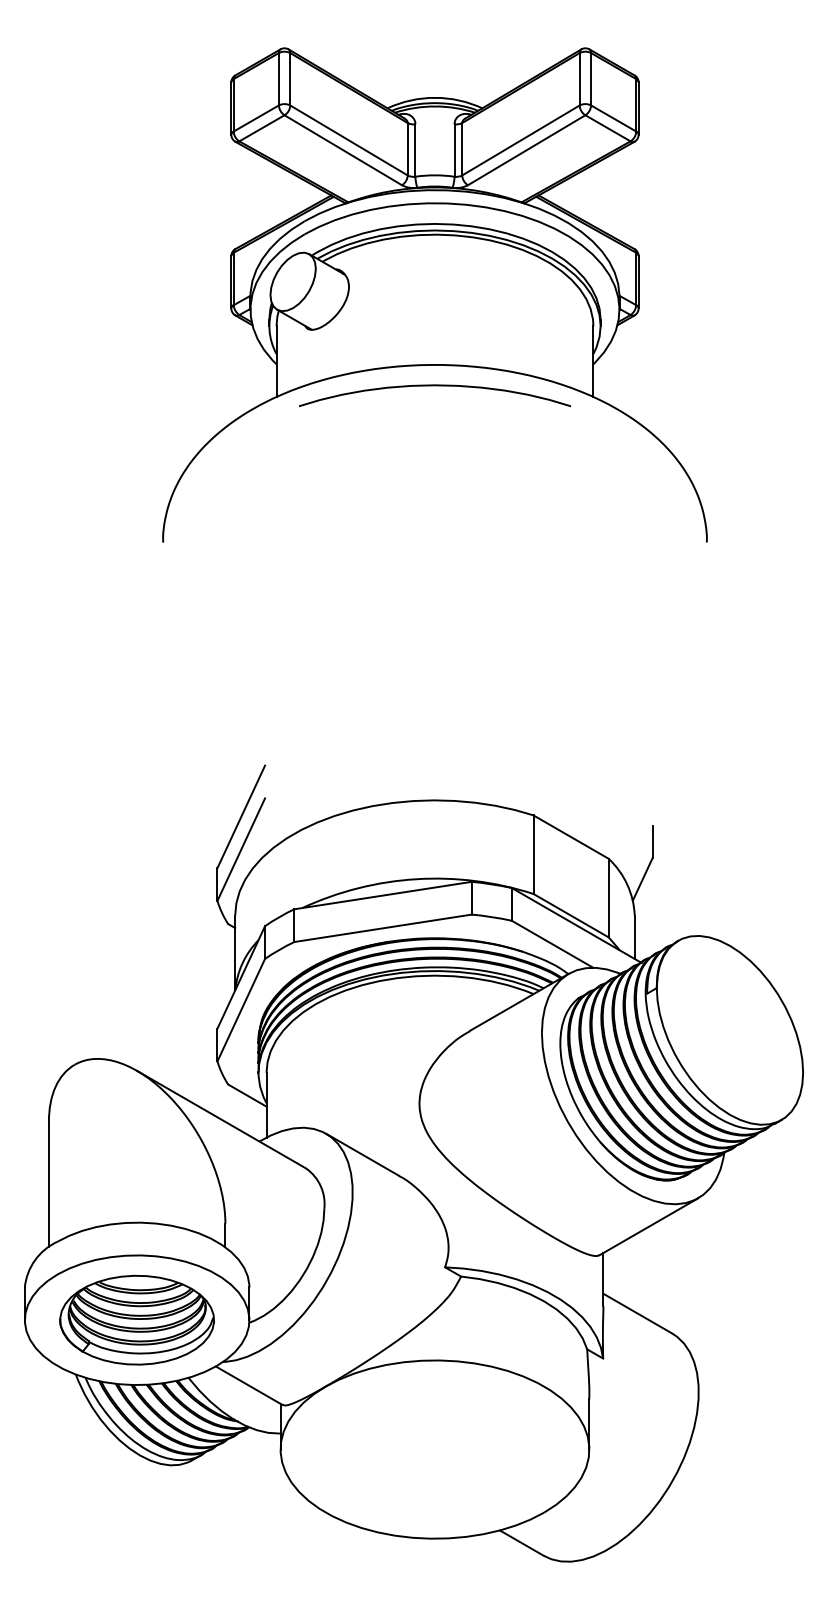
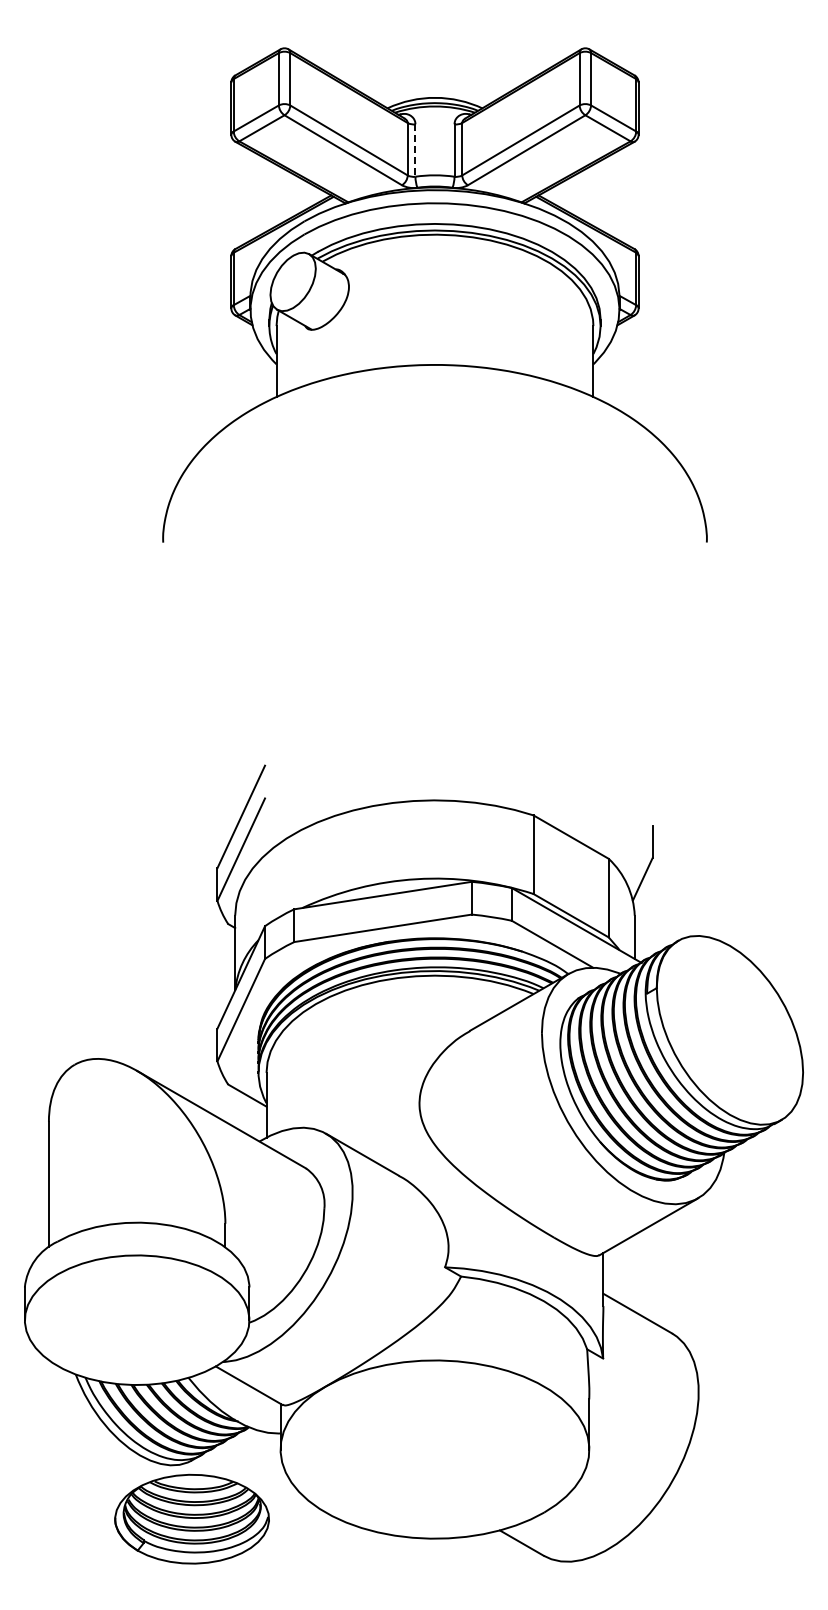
line at (415, 151): solid -> dashed
curve at (434, 386): present -> none
part at (136, 1319) position: (136, 1319) -> (191, 1518)
